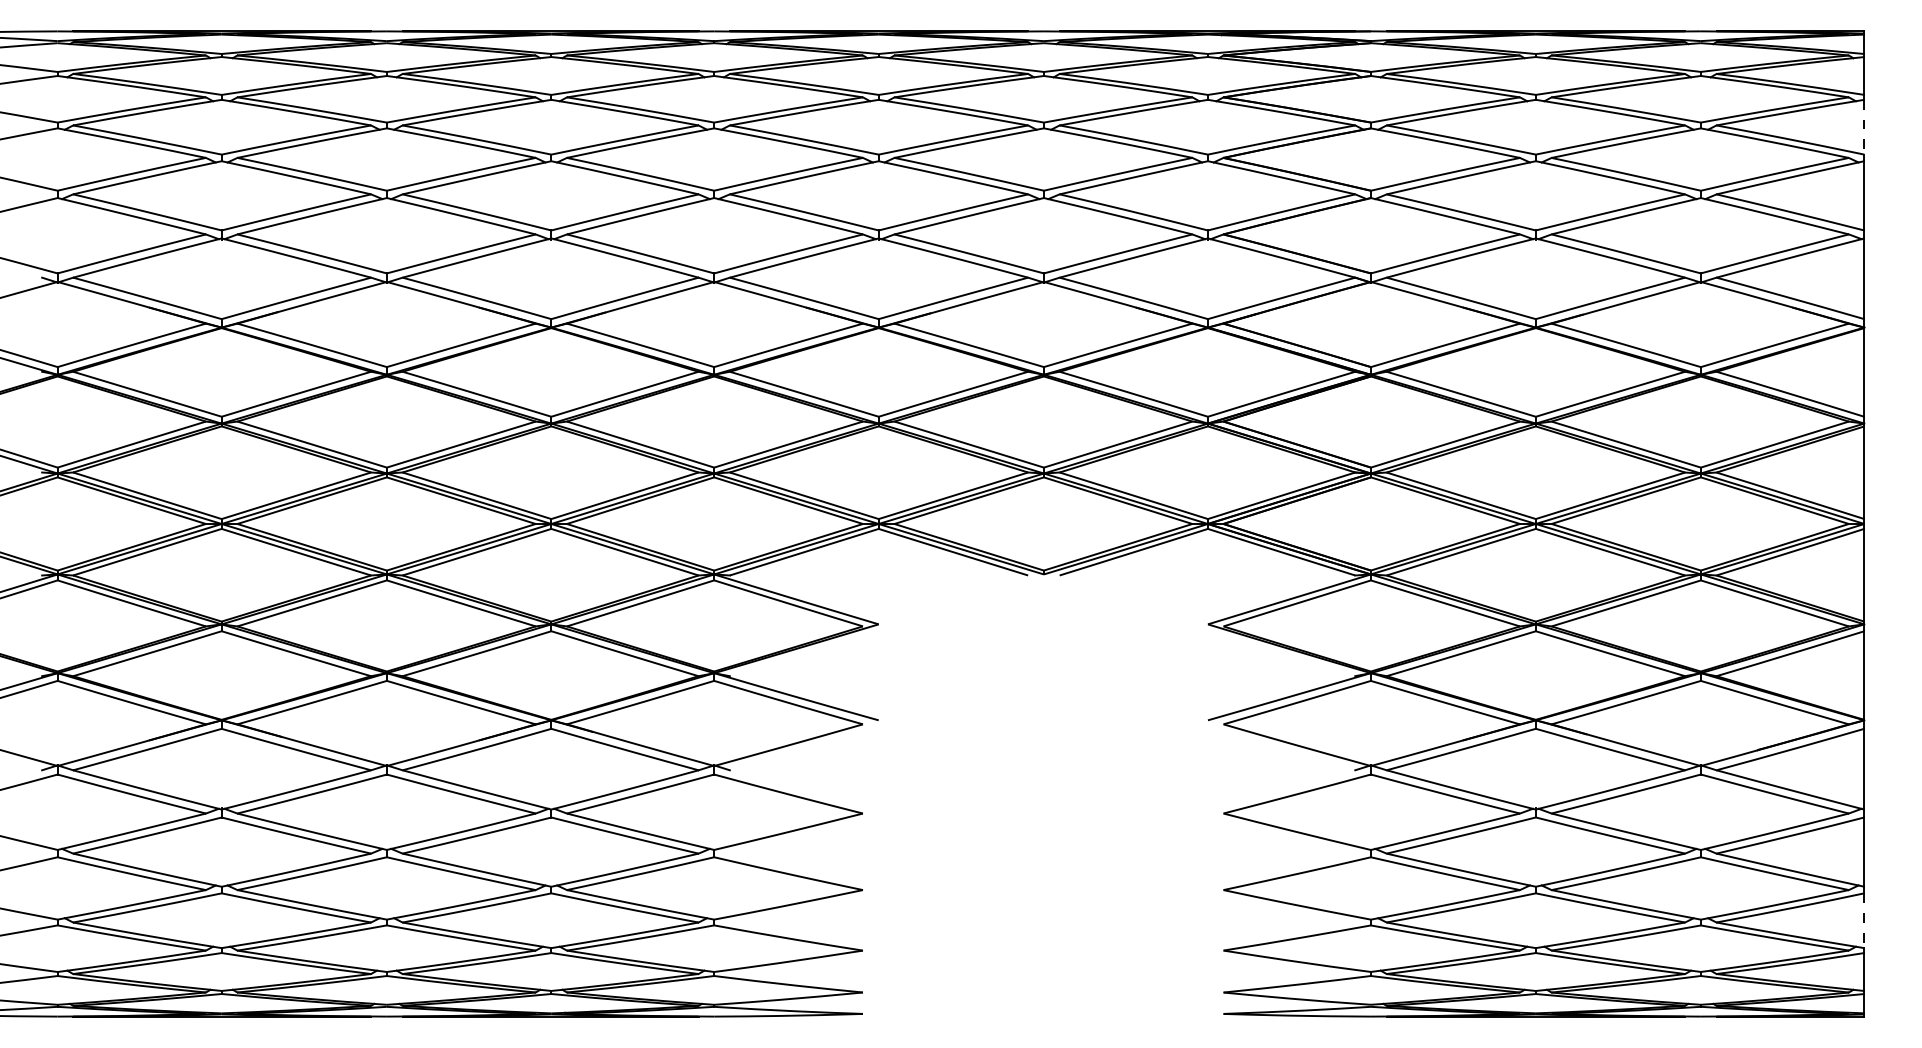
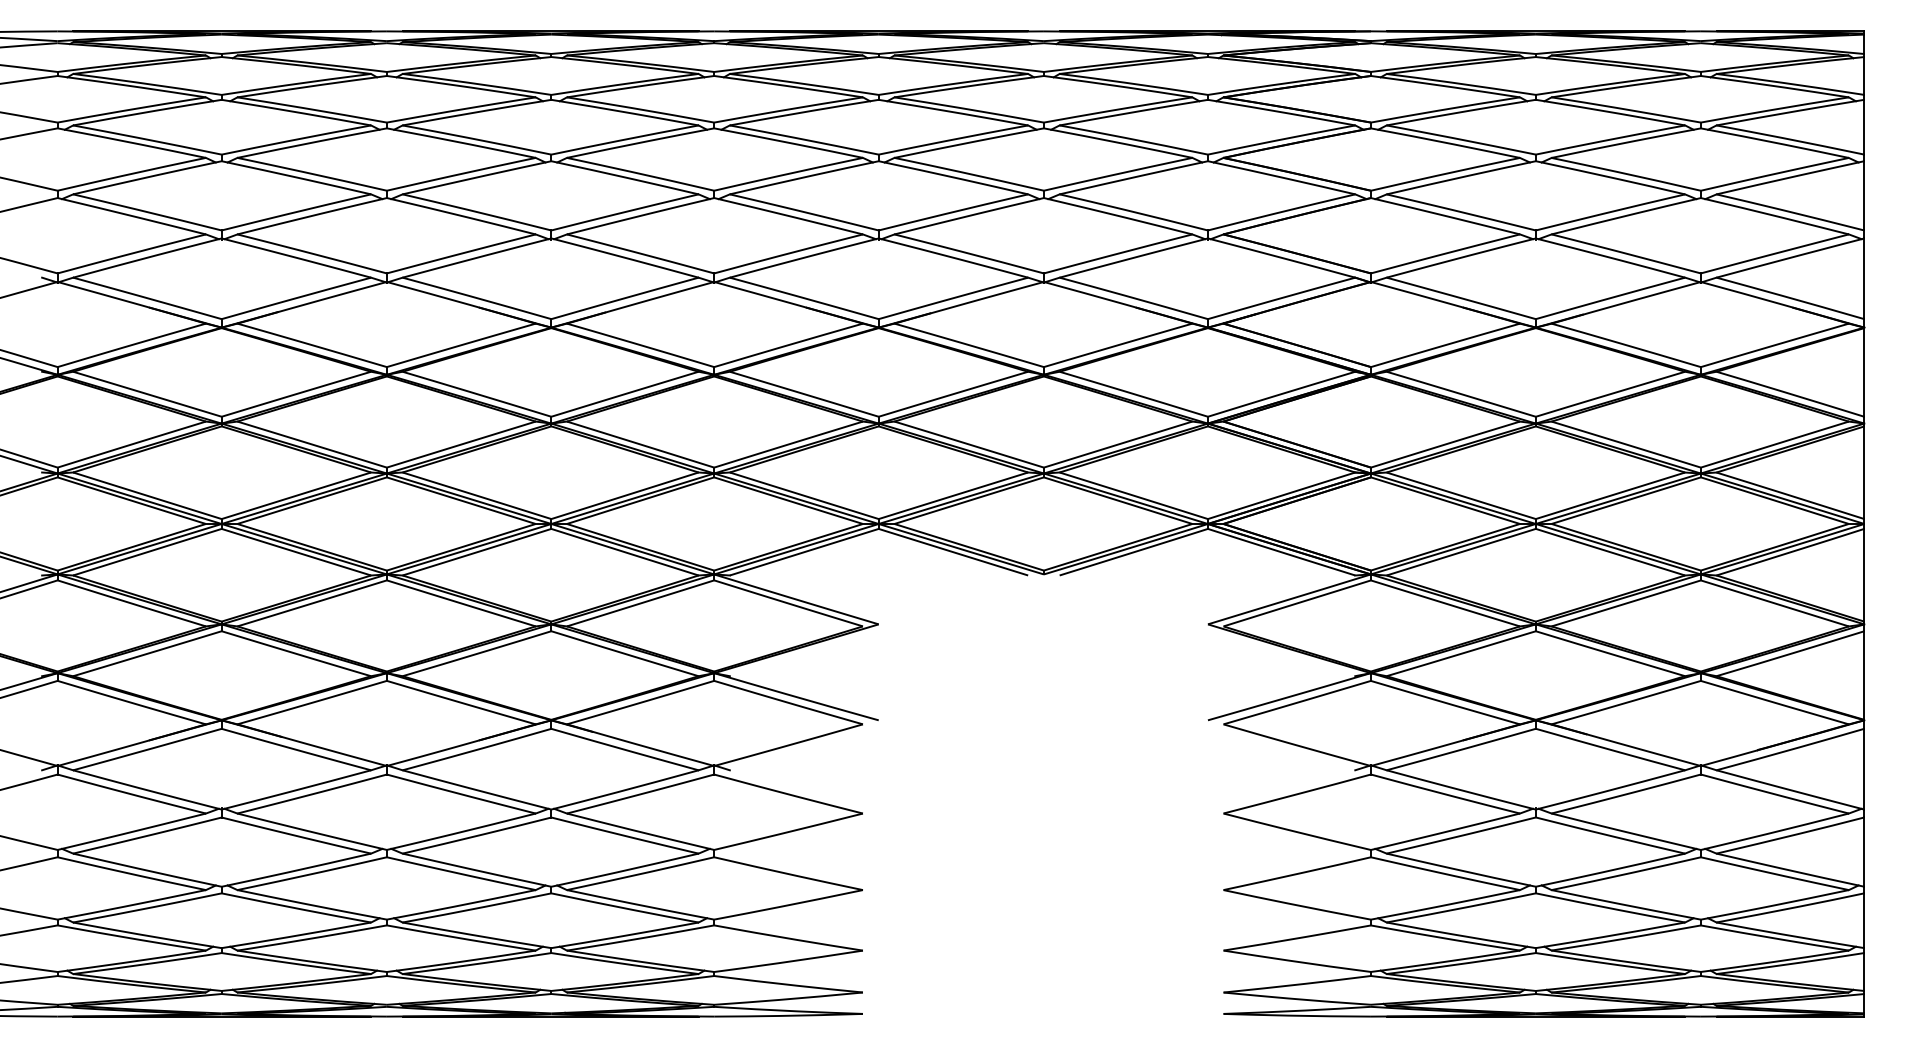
line at (1864, 127): dashed -> solid
line at (1864, 921): dashed -> solid
